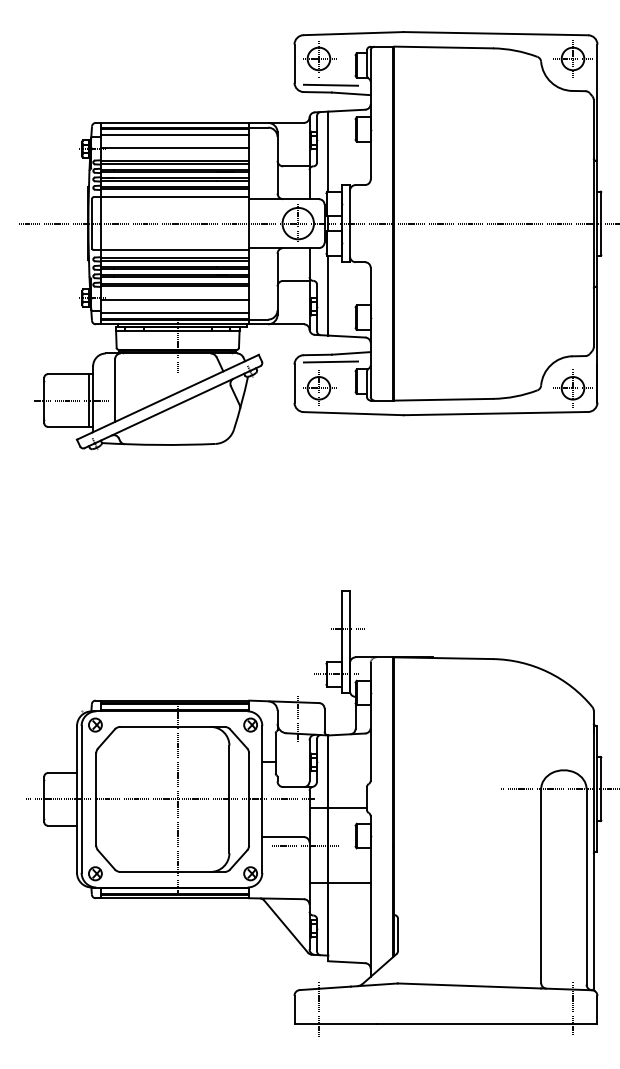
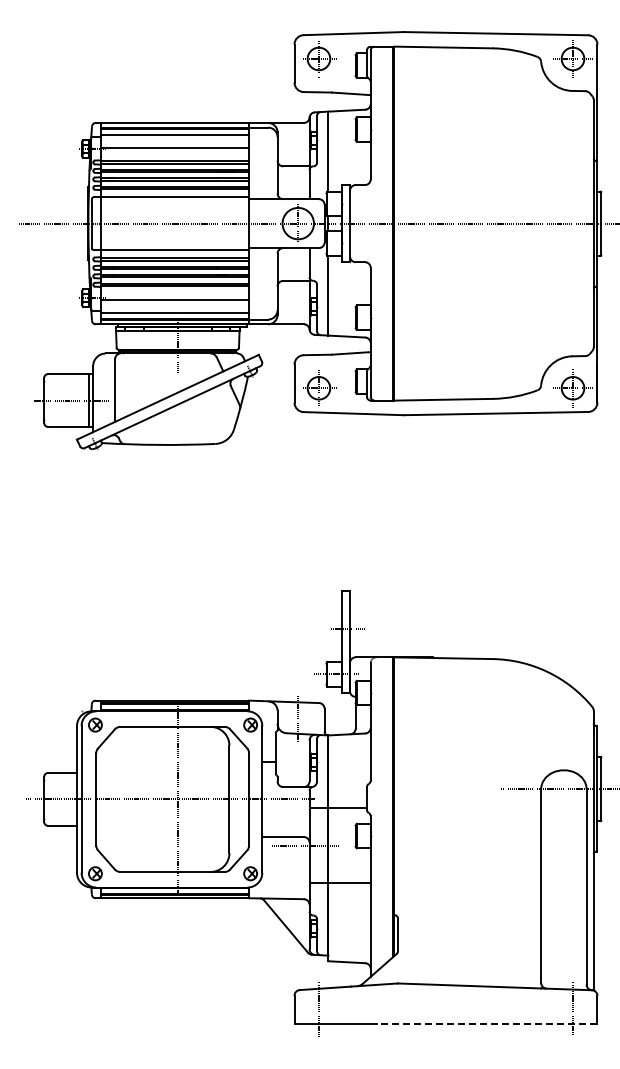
line at (330, 84): present -> none
line at (330, 361): present -> none
line at (486, 1024): solid -> dashed
